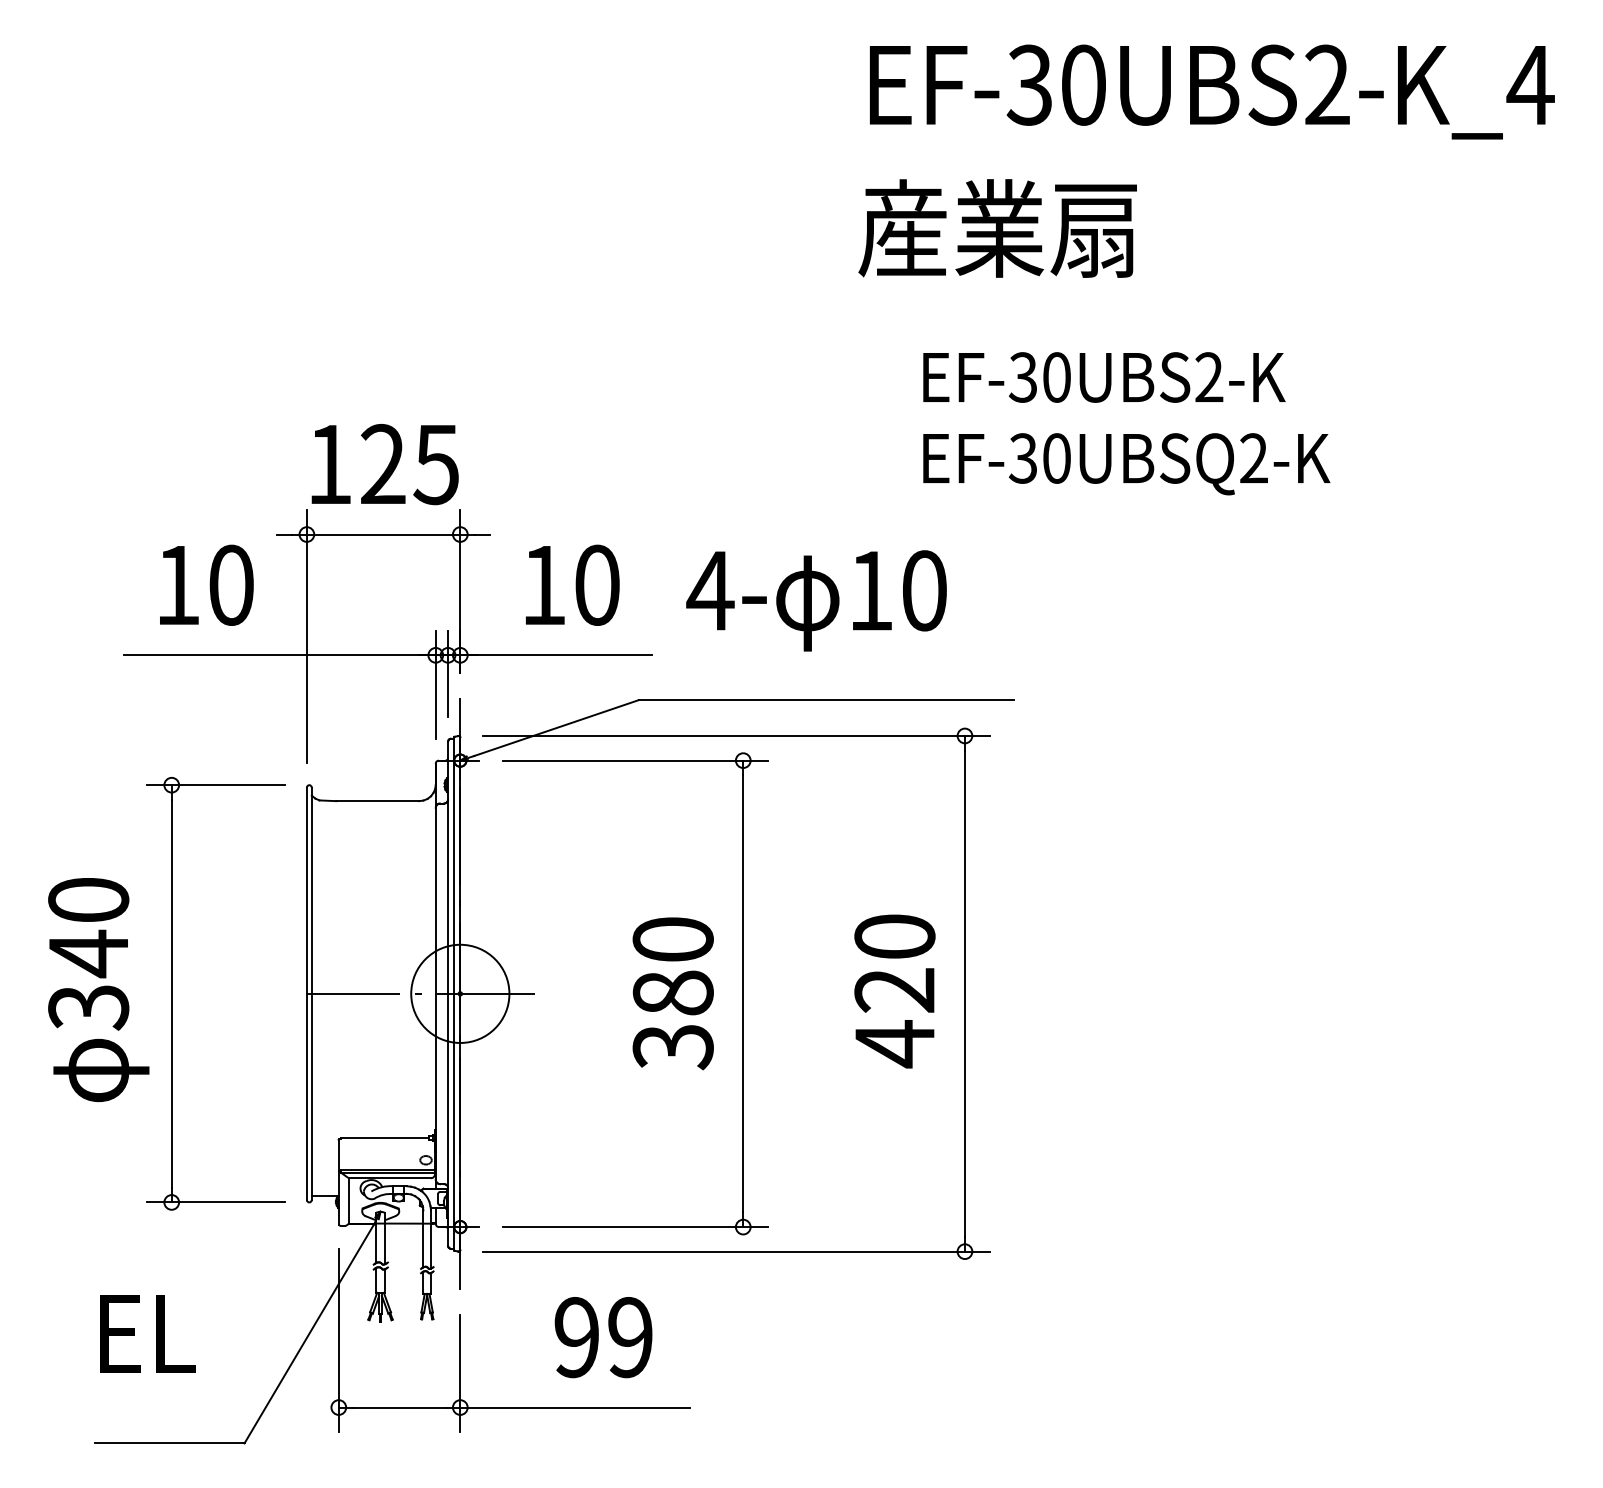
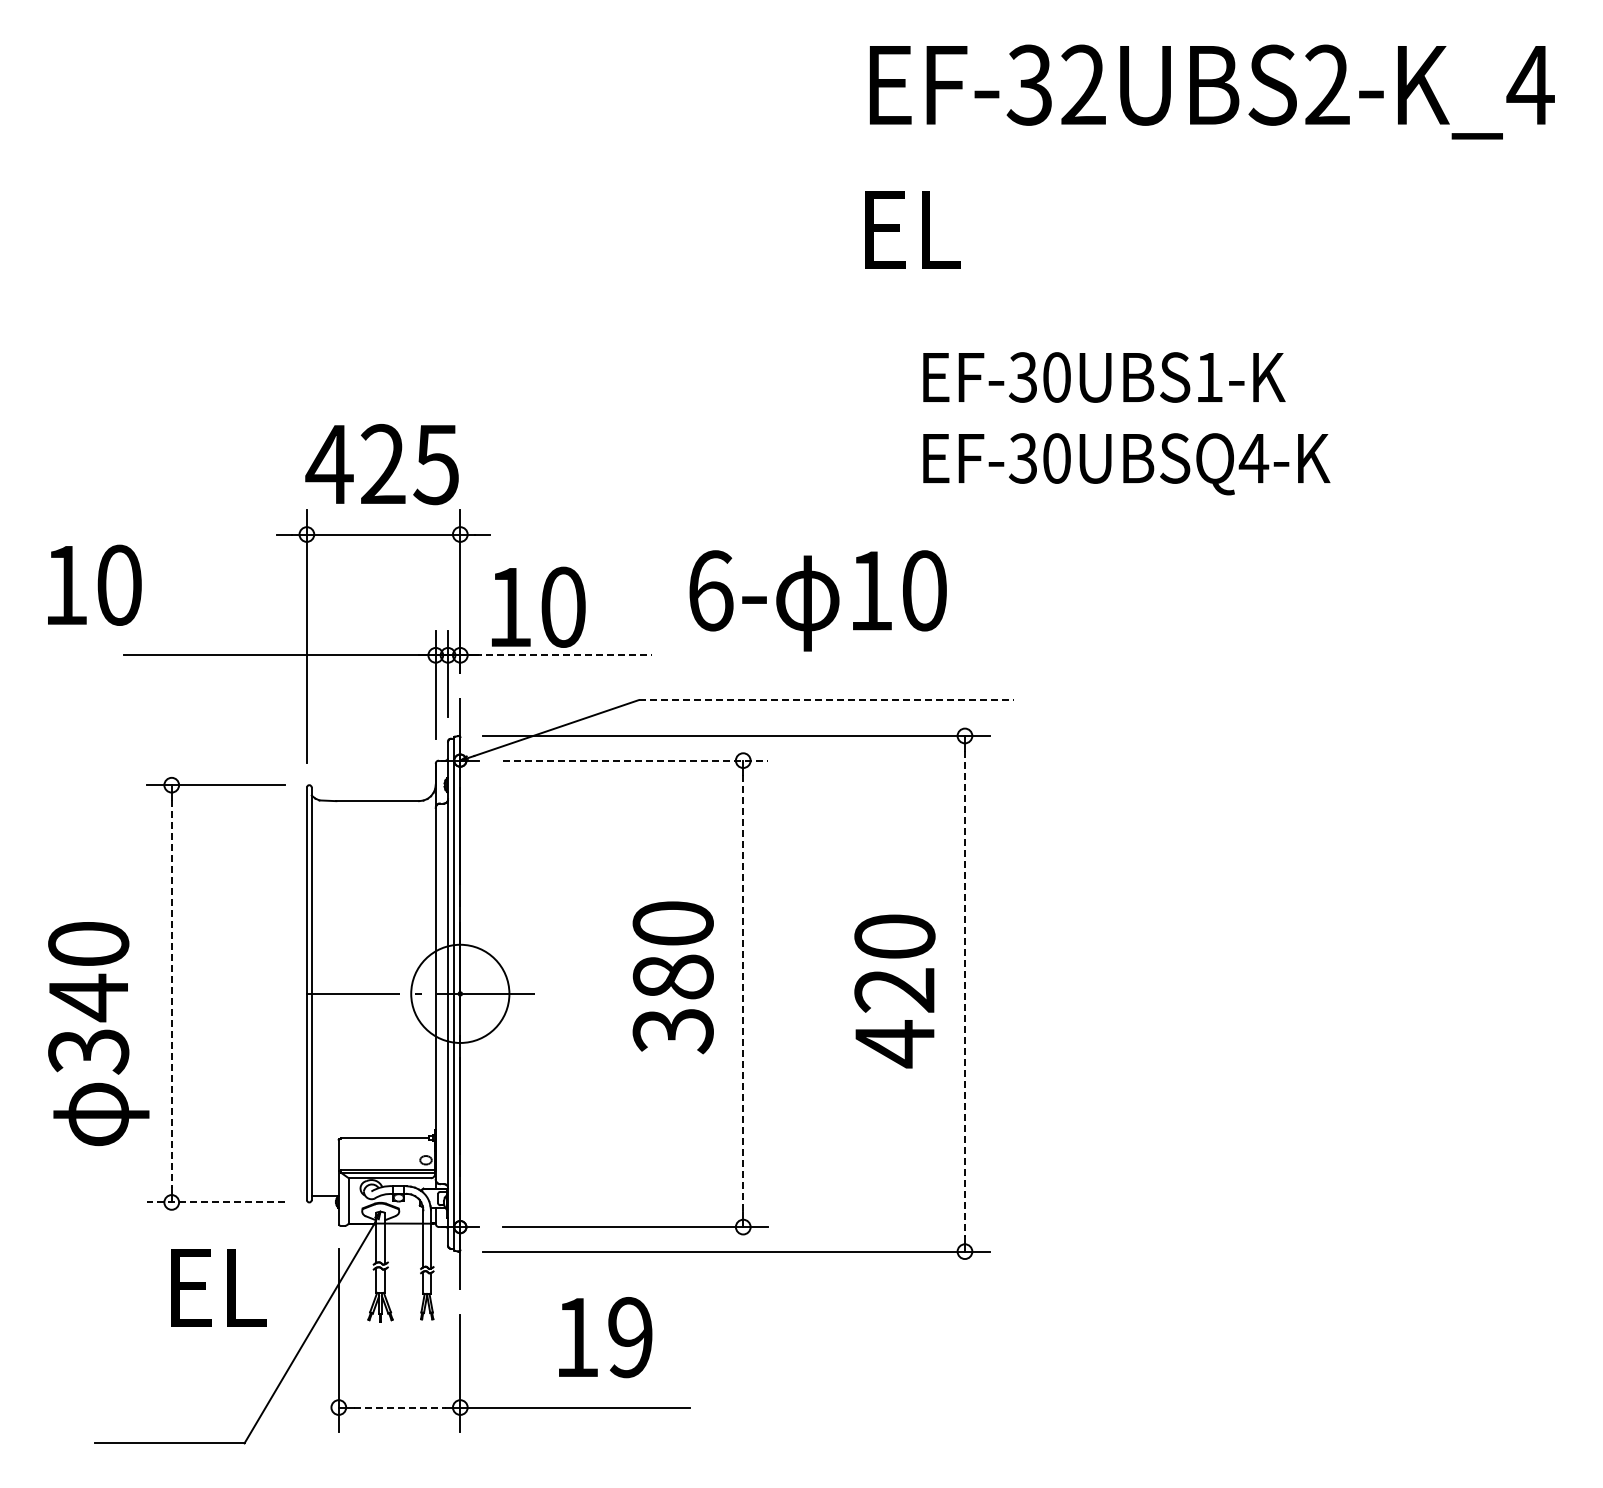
text at (1083, 84): EF-30UBS2-K_4 -> EF-32UBS2-K_4
text at (997, 228): 産業扇 -> EL
text at (1209, 376): EF-30UBS2-K -> EF-30UBS1-K
text at (1253, 458): EF-30UBSQ2-K -> EF-30UBSQ4-K
text at (329, 464): 125 -> 425
text at (206, 584) position: (206, 584) -> (94, 584)
text at (572, 584) position: (572, 584) -> (538, 606)
text at (710, 590): 4- -> 6-
line at (563, 655): solid -> dashed
line at (826, 700): solid -> dashed
line at (636, 760): solid -> dashed
text at (98, 990) position: (98, 990) -> (98, 1034)
line at (171, 993): solid -> dashed
text at (672, 993) position: (672, 993) -> (672, 977)
line at (743, 994): solid -> dashed
line at (964, 994): solid -> dashed
line at (215, 1202): solid -> dashed
text at (147, 1333) position: (147, 1333) -> (218, 1287)
text at (576, 1337): 99 -> 19
line at (400, 1407): solid -> dashed
